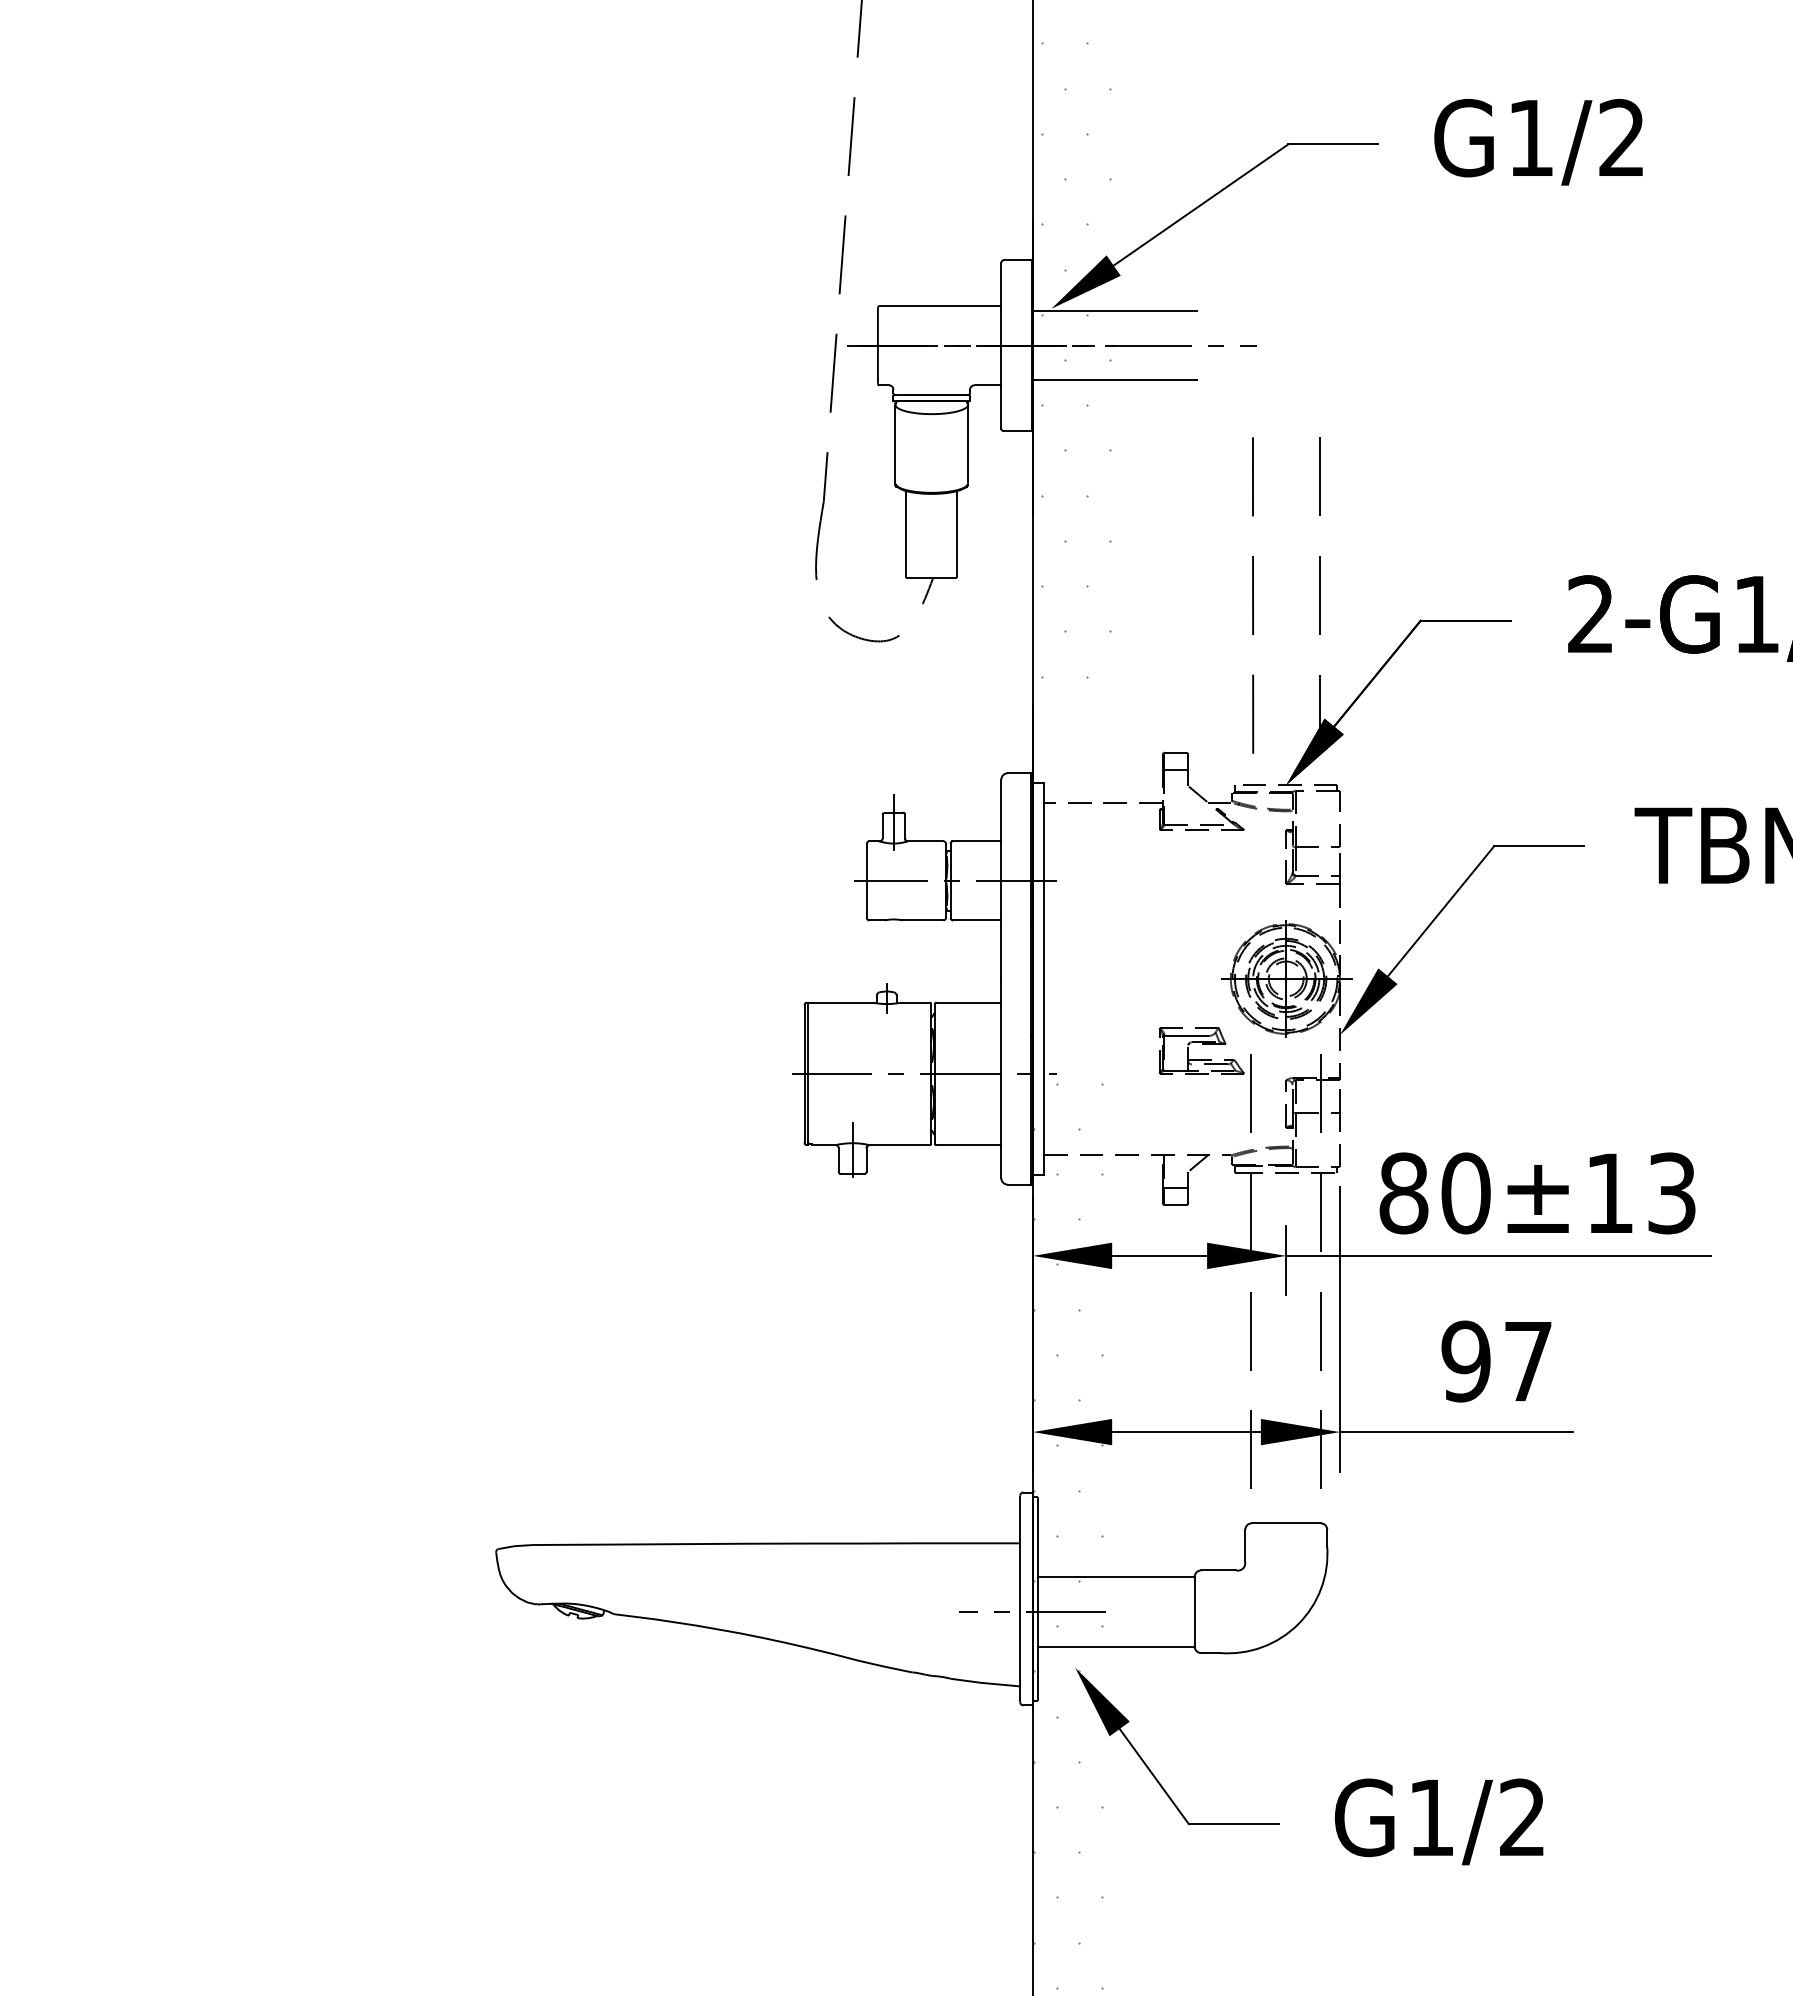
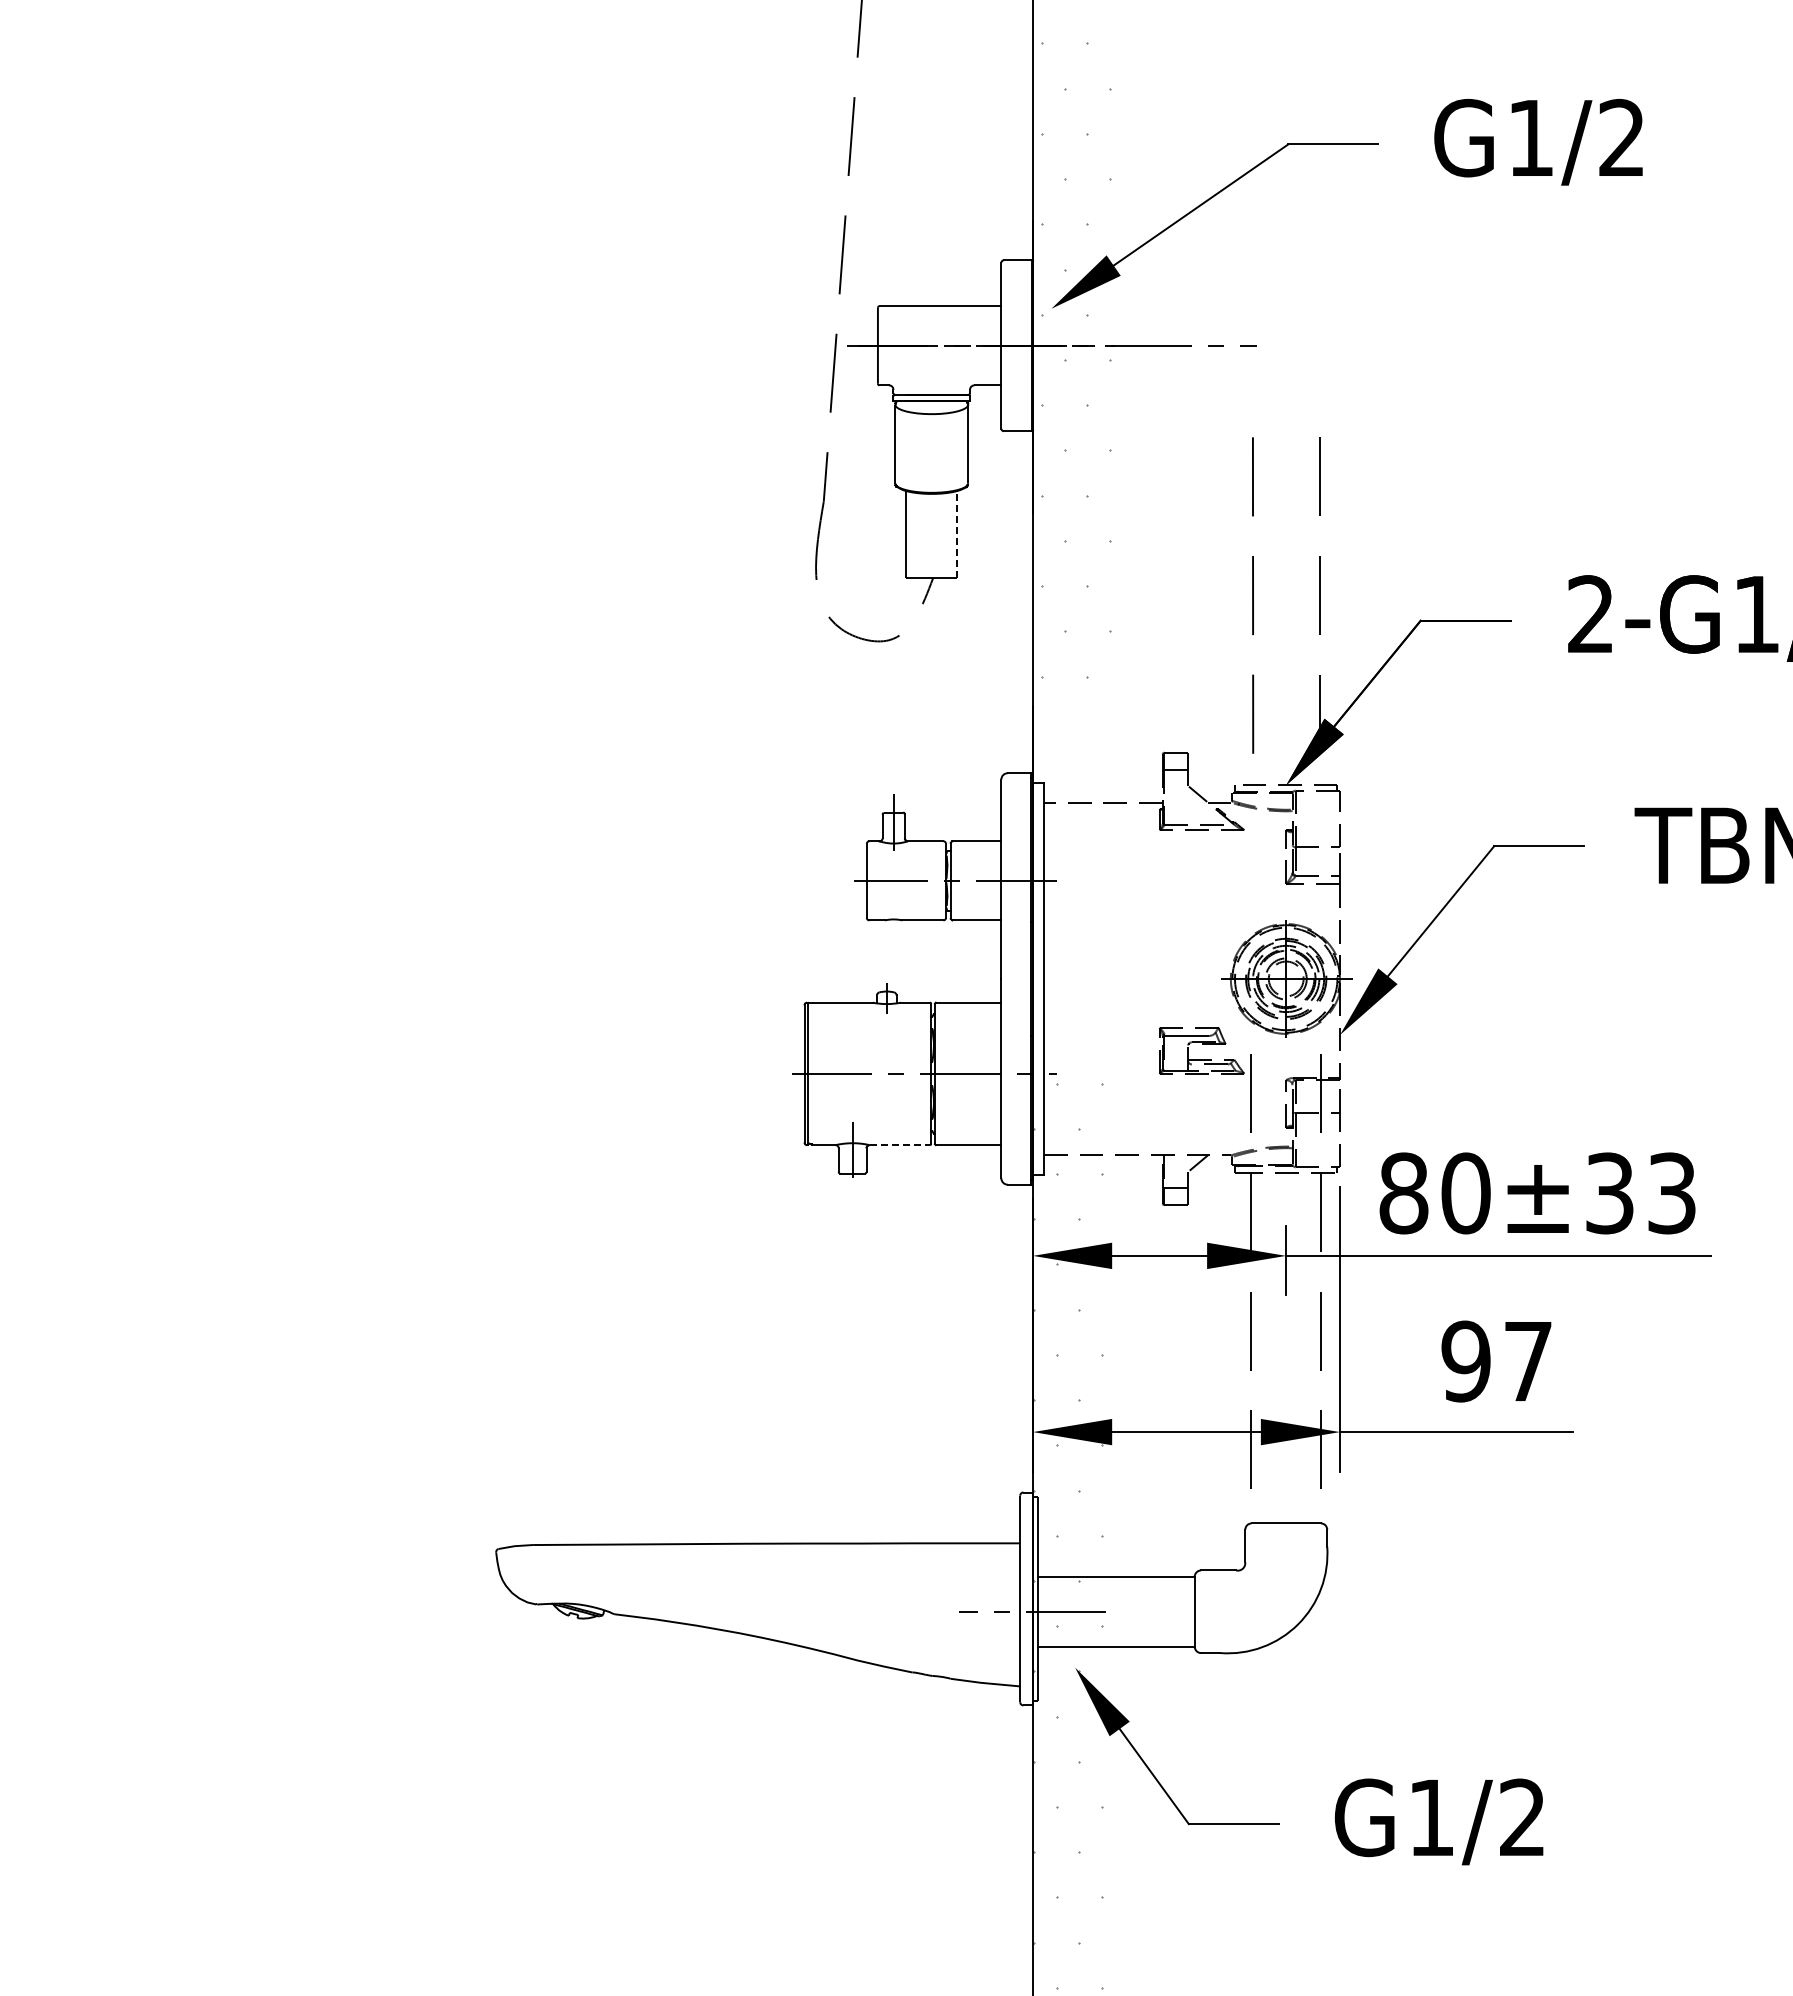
line at (1115, 310): present -> none
line at (1115, 380): present -> none
line at (957, 534): solid -> dashed
line at (900, 1145): solid -> dashed
text at (1609, 1193): 80±13 -> 80±33
